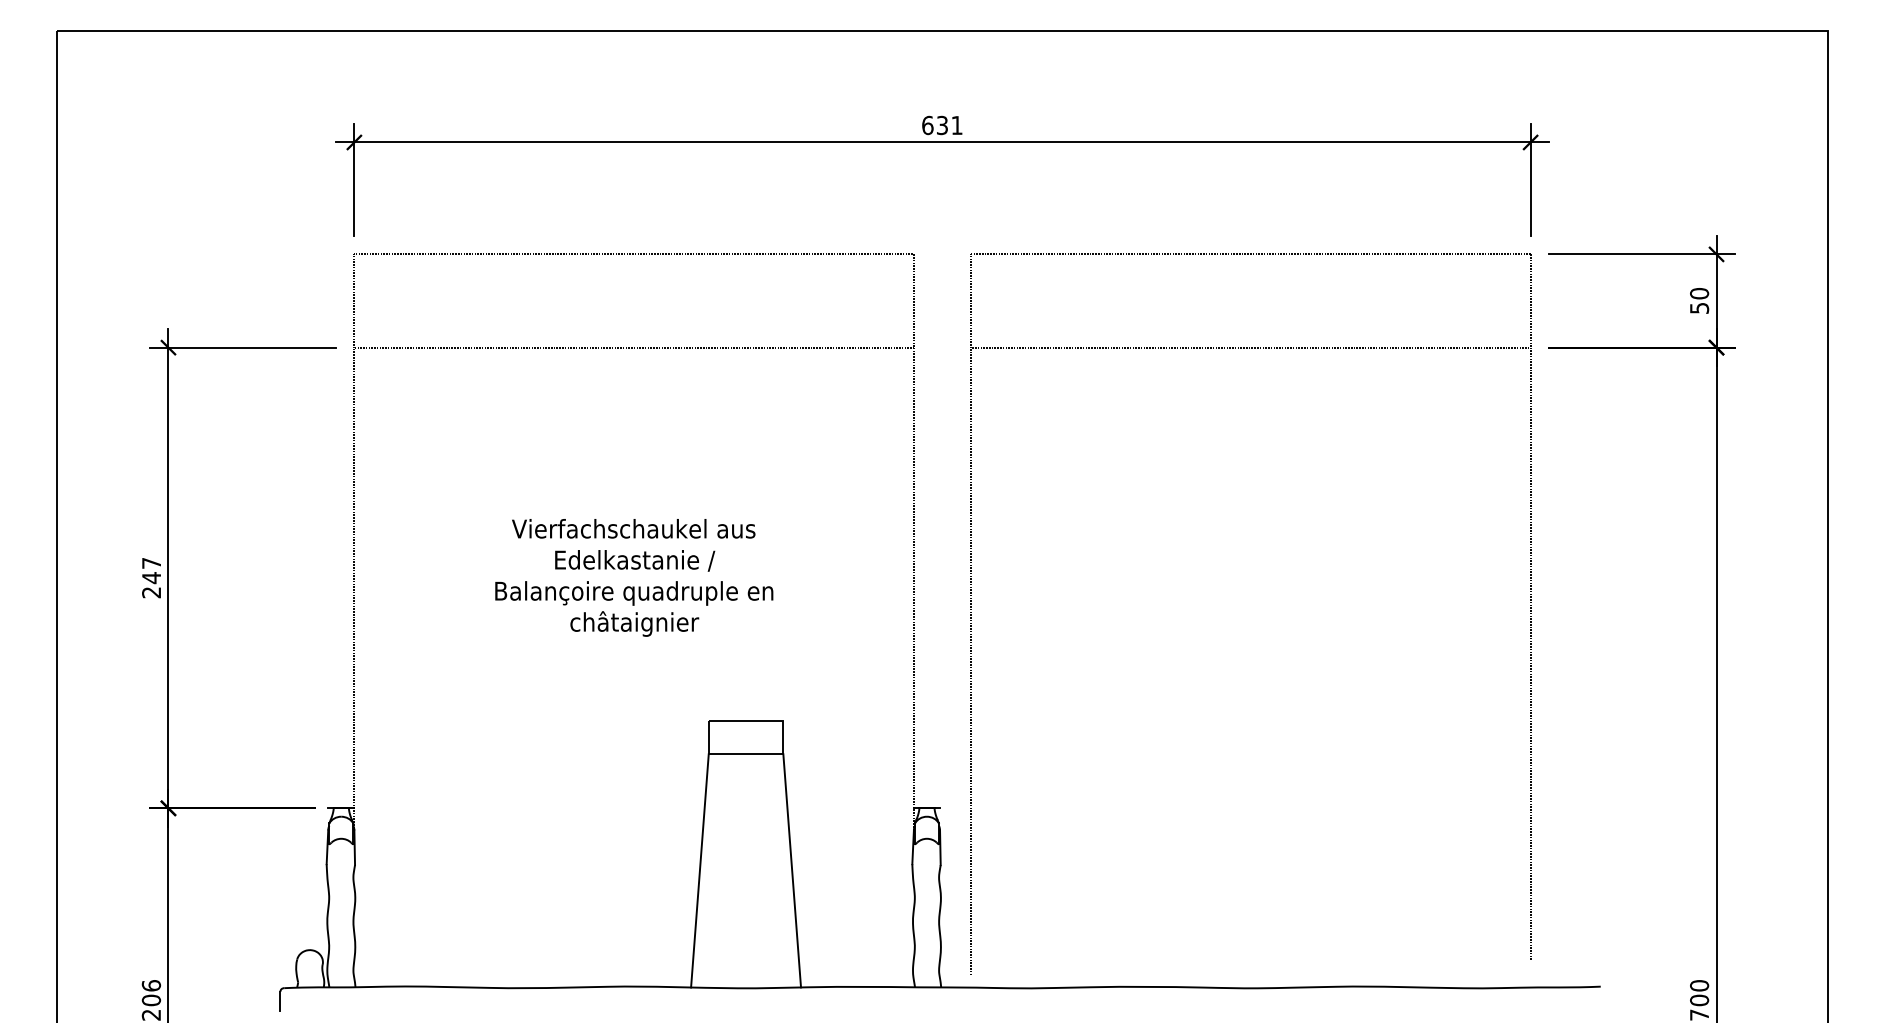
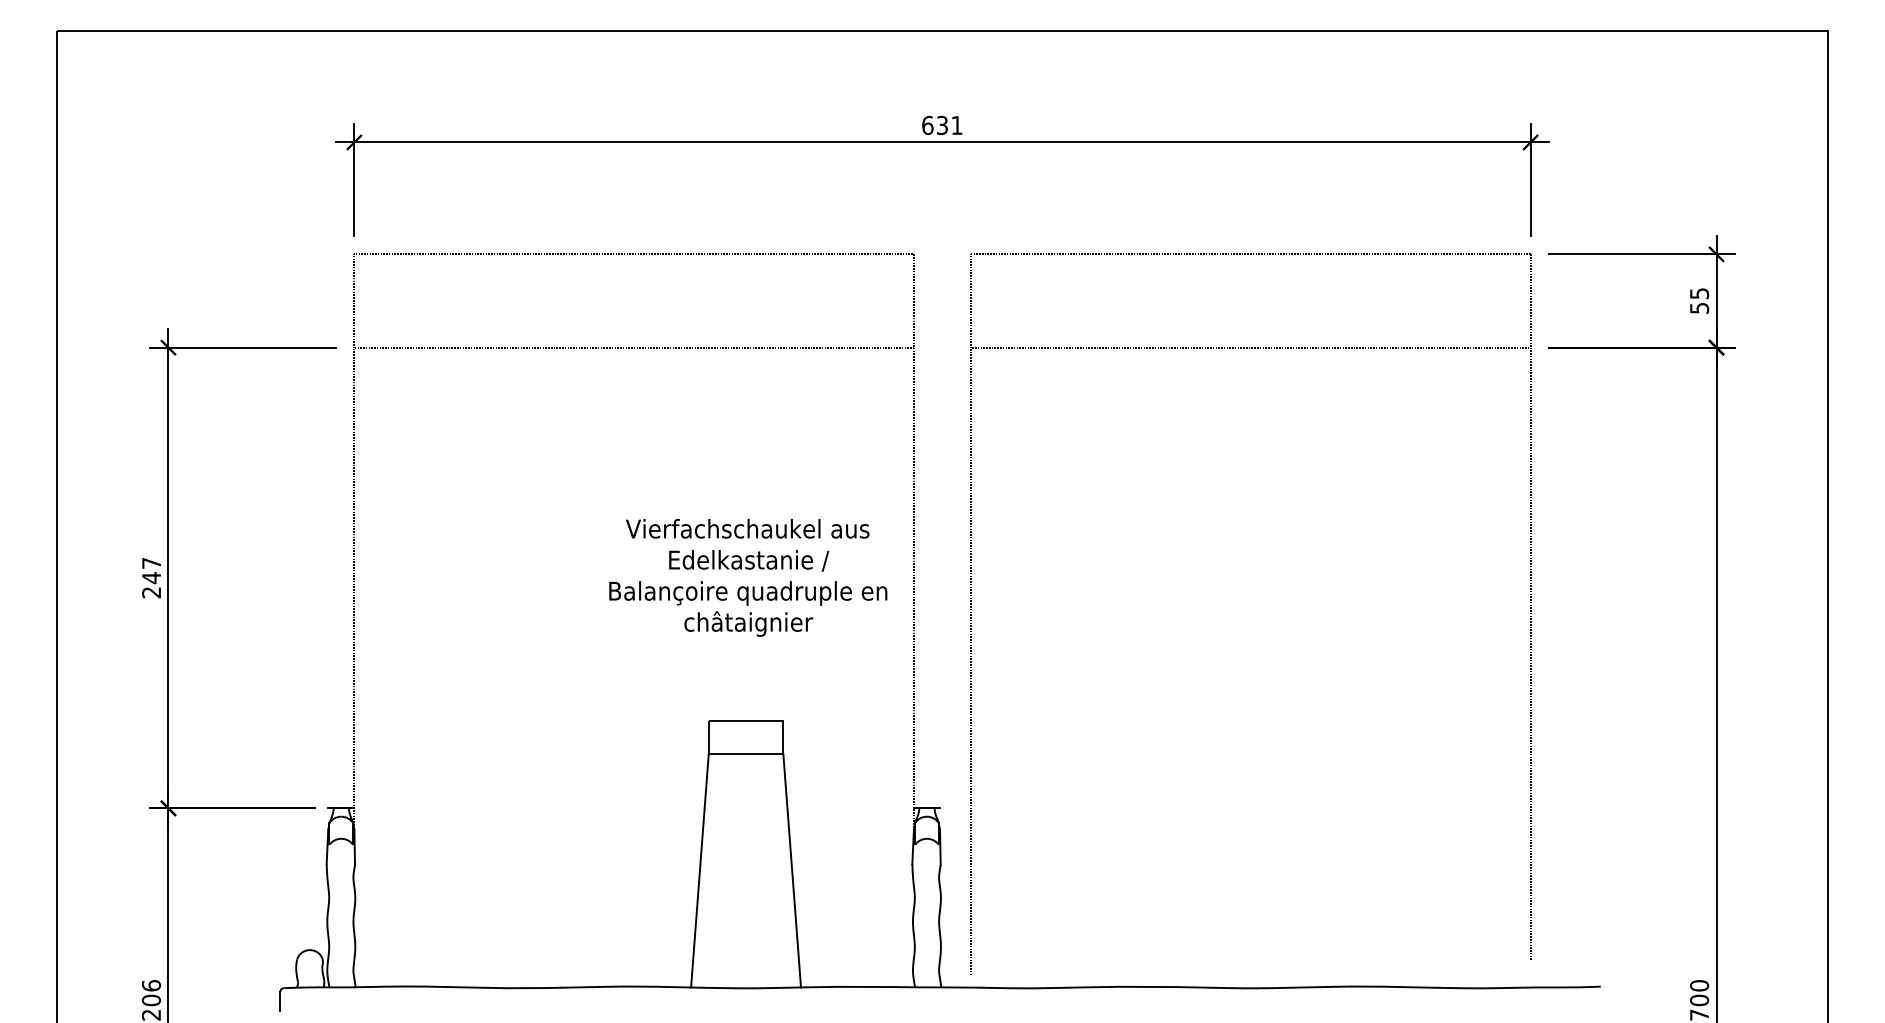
text at (1699, 293): 50 -> 55
text at (634, 577) position: (634, 577) -> (748, 577)
